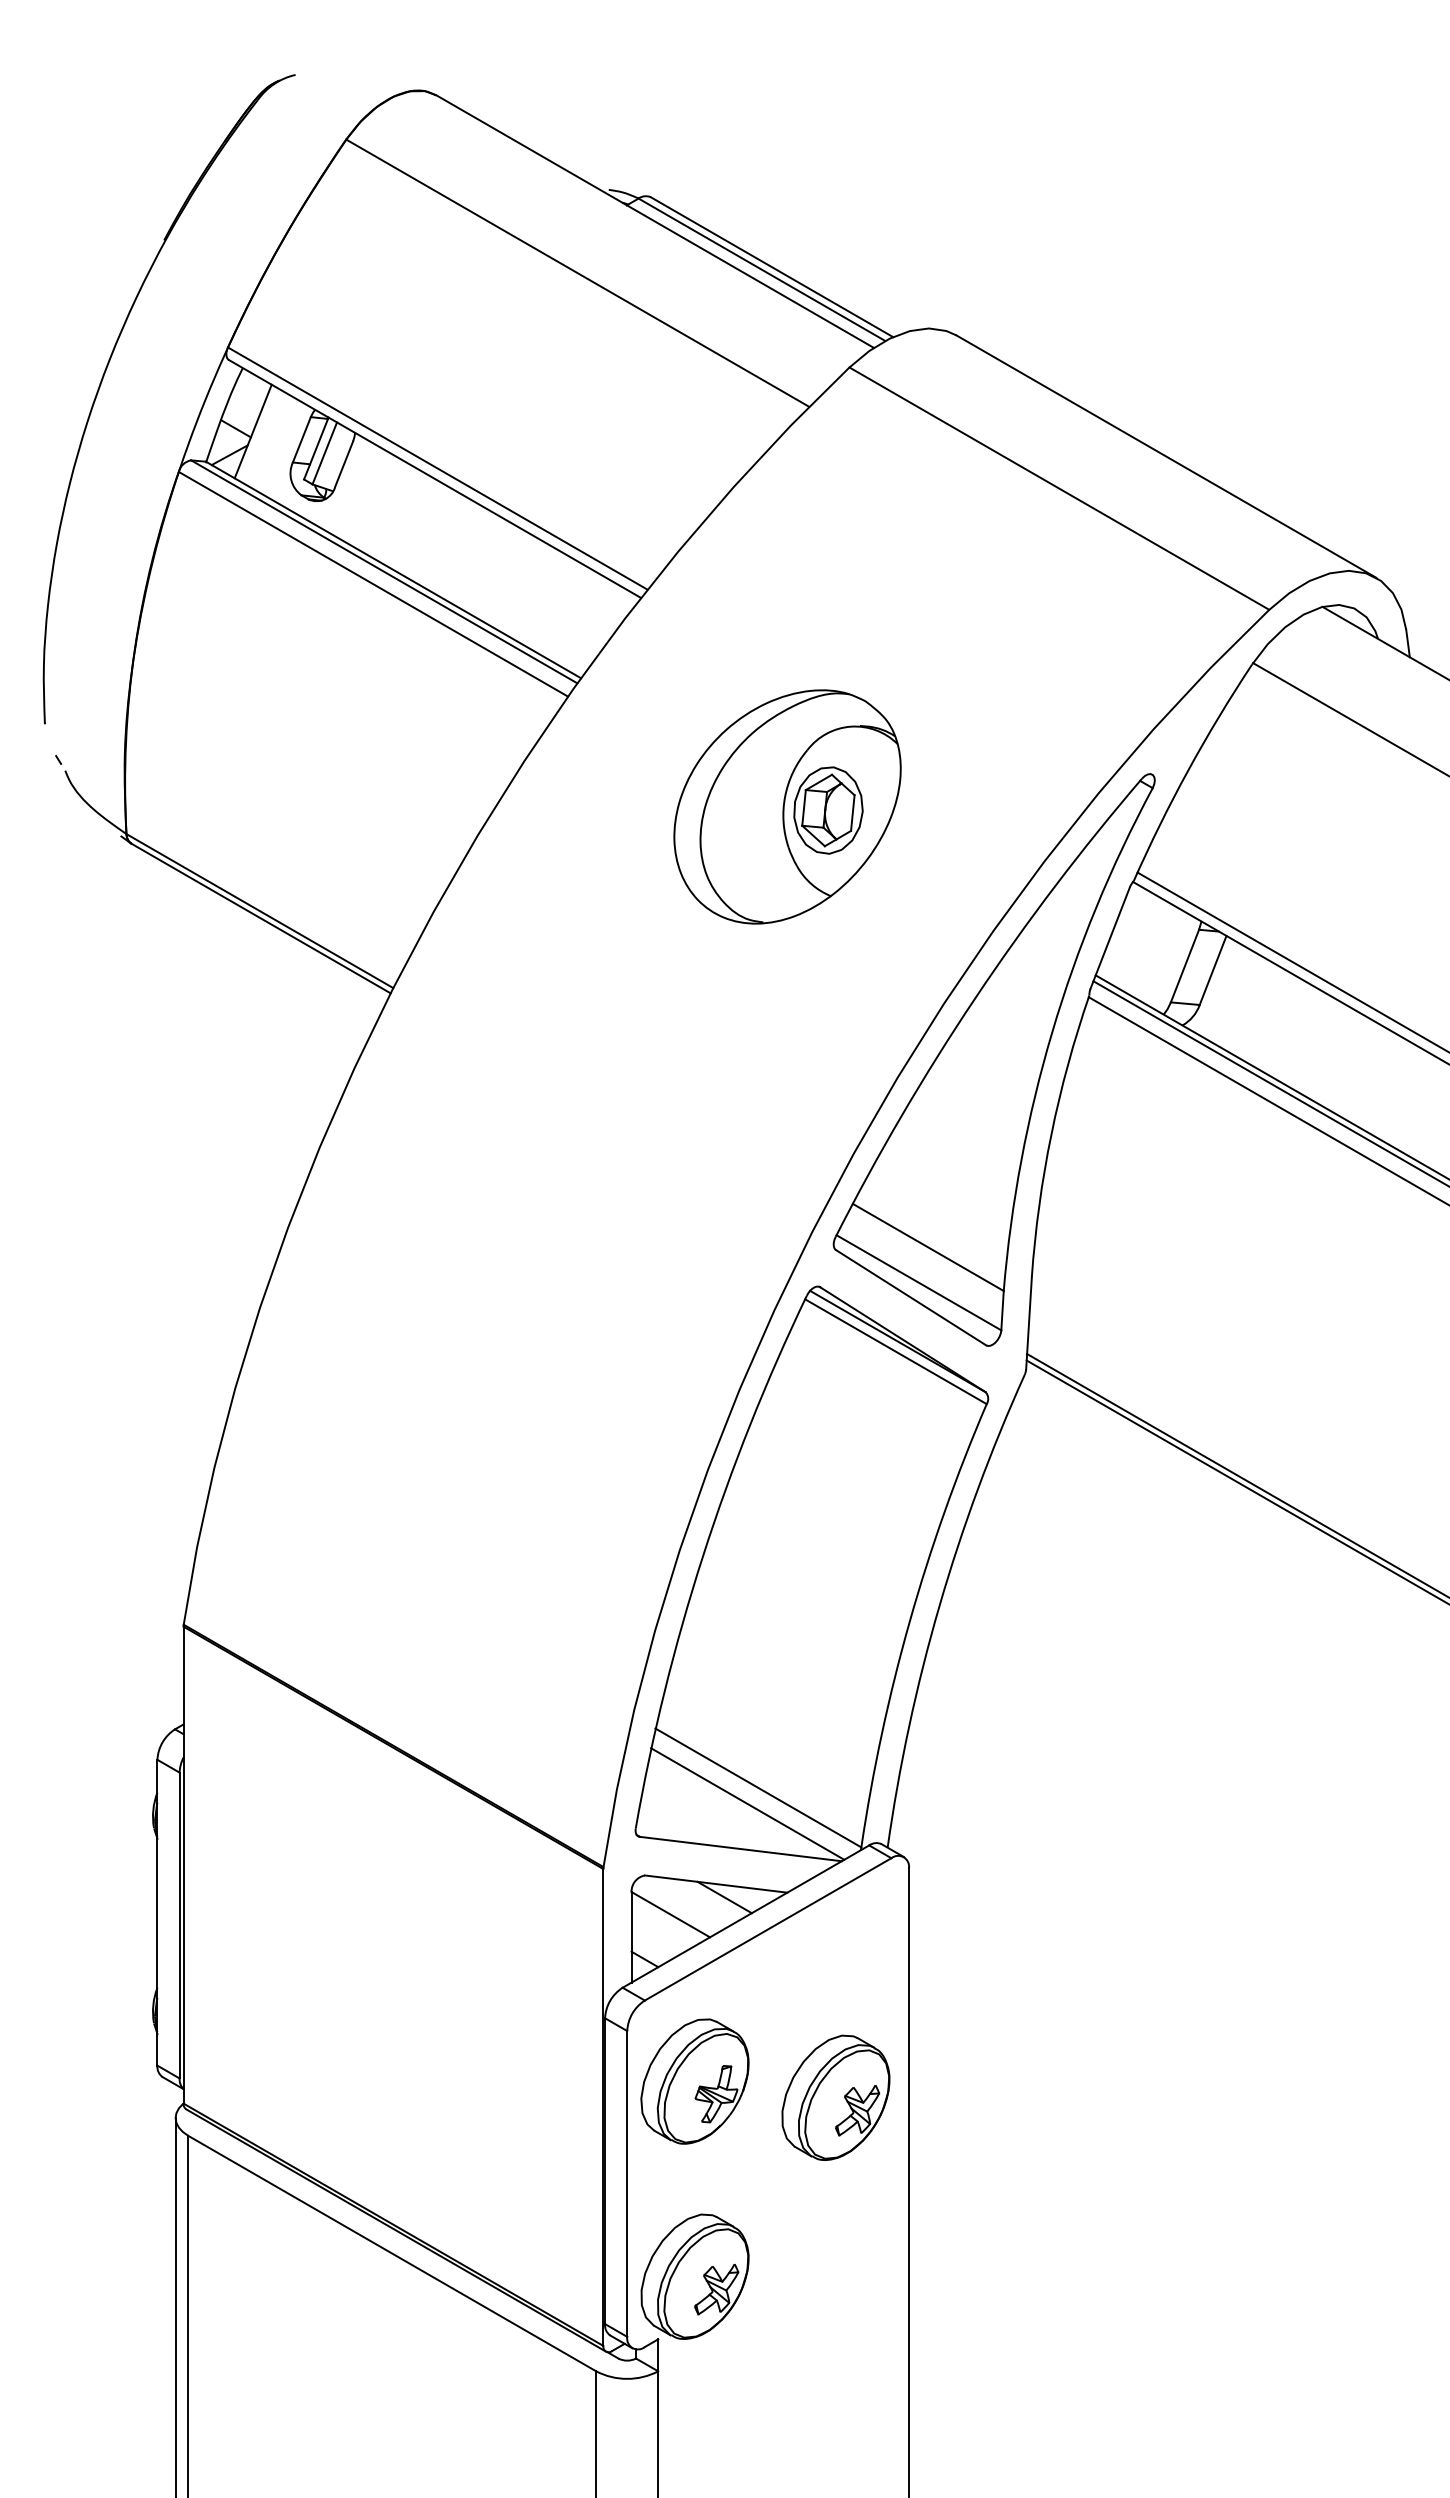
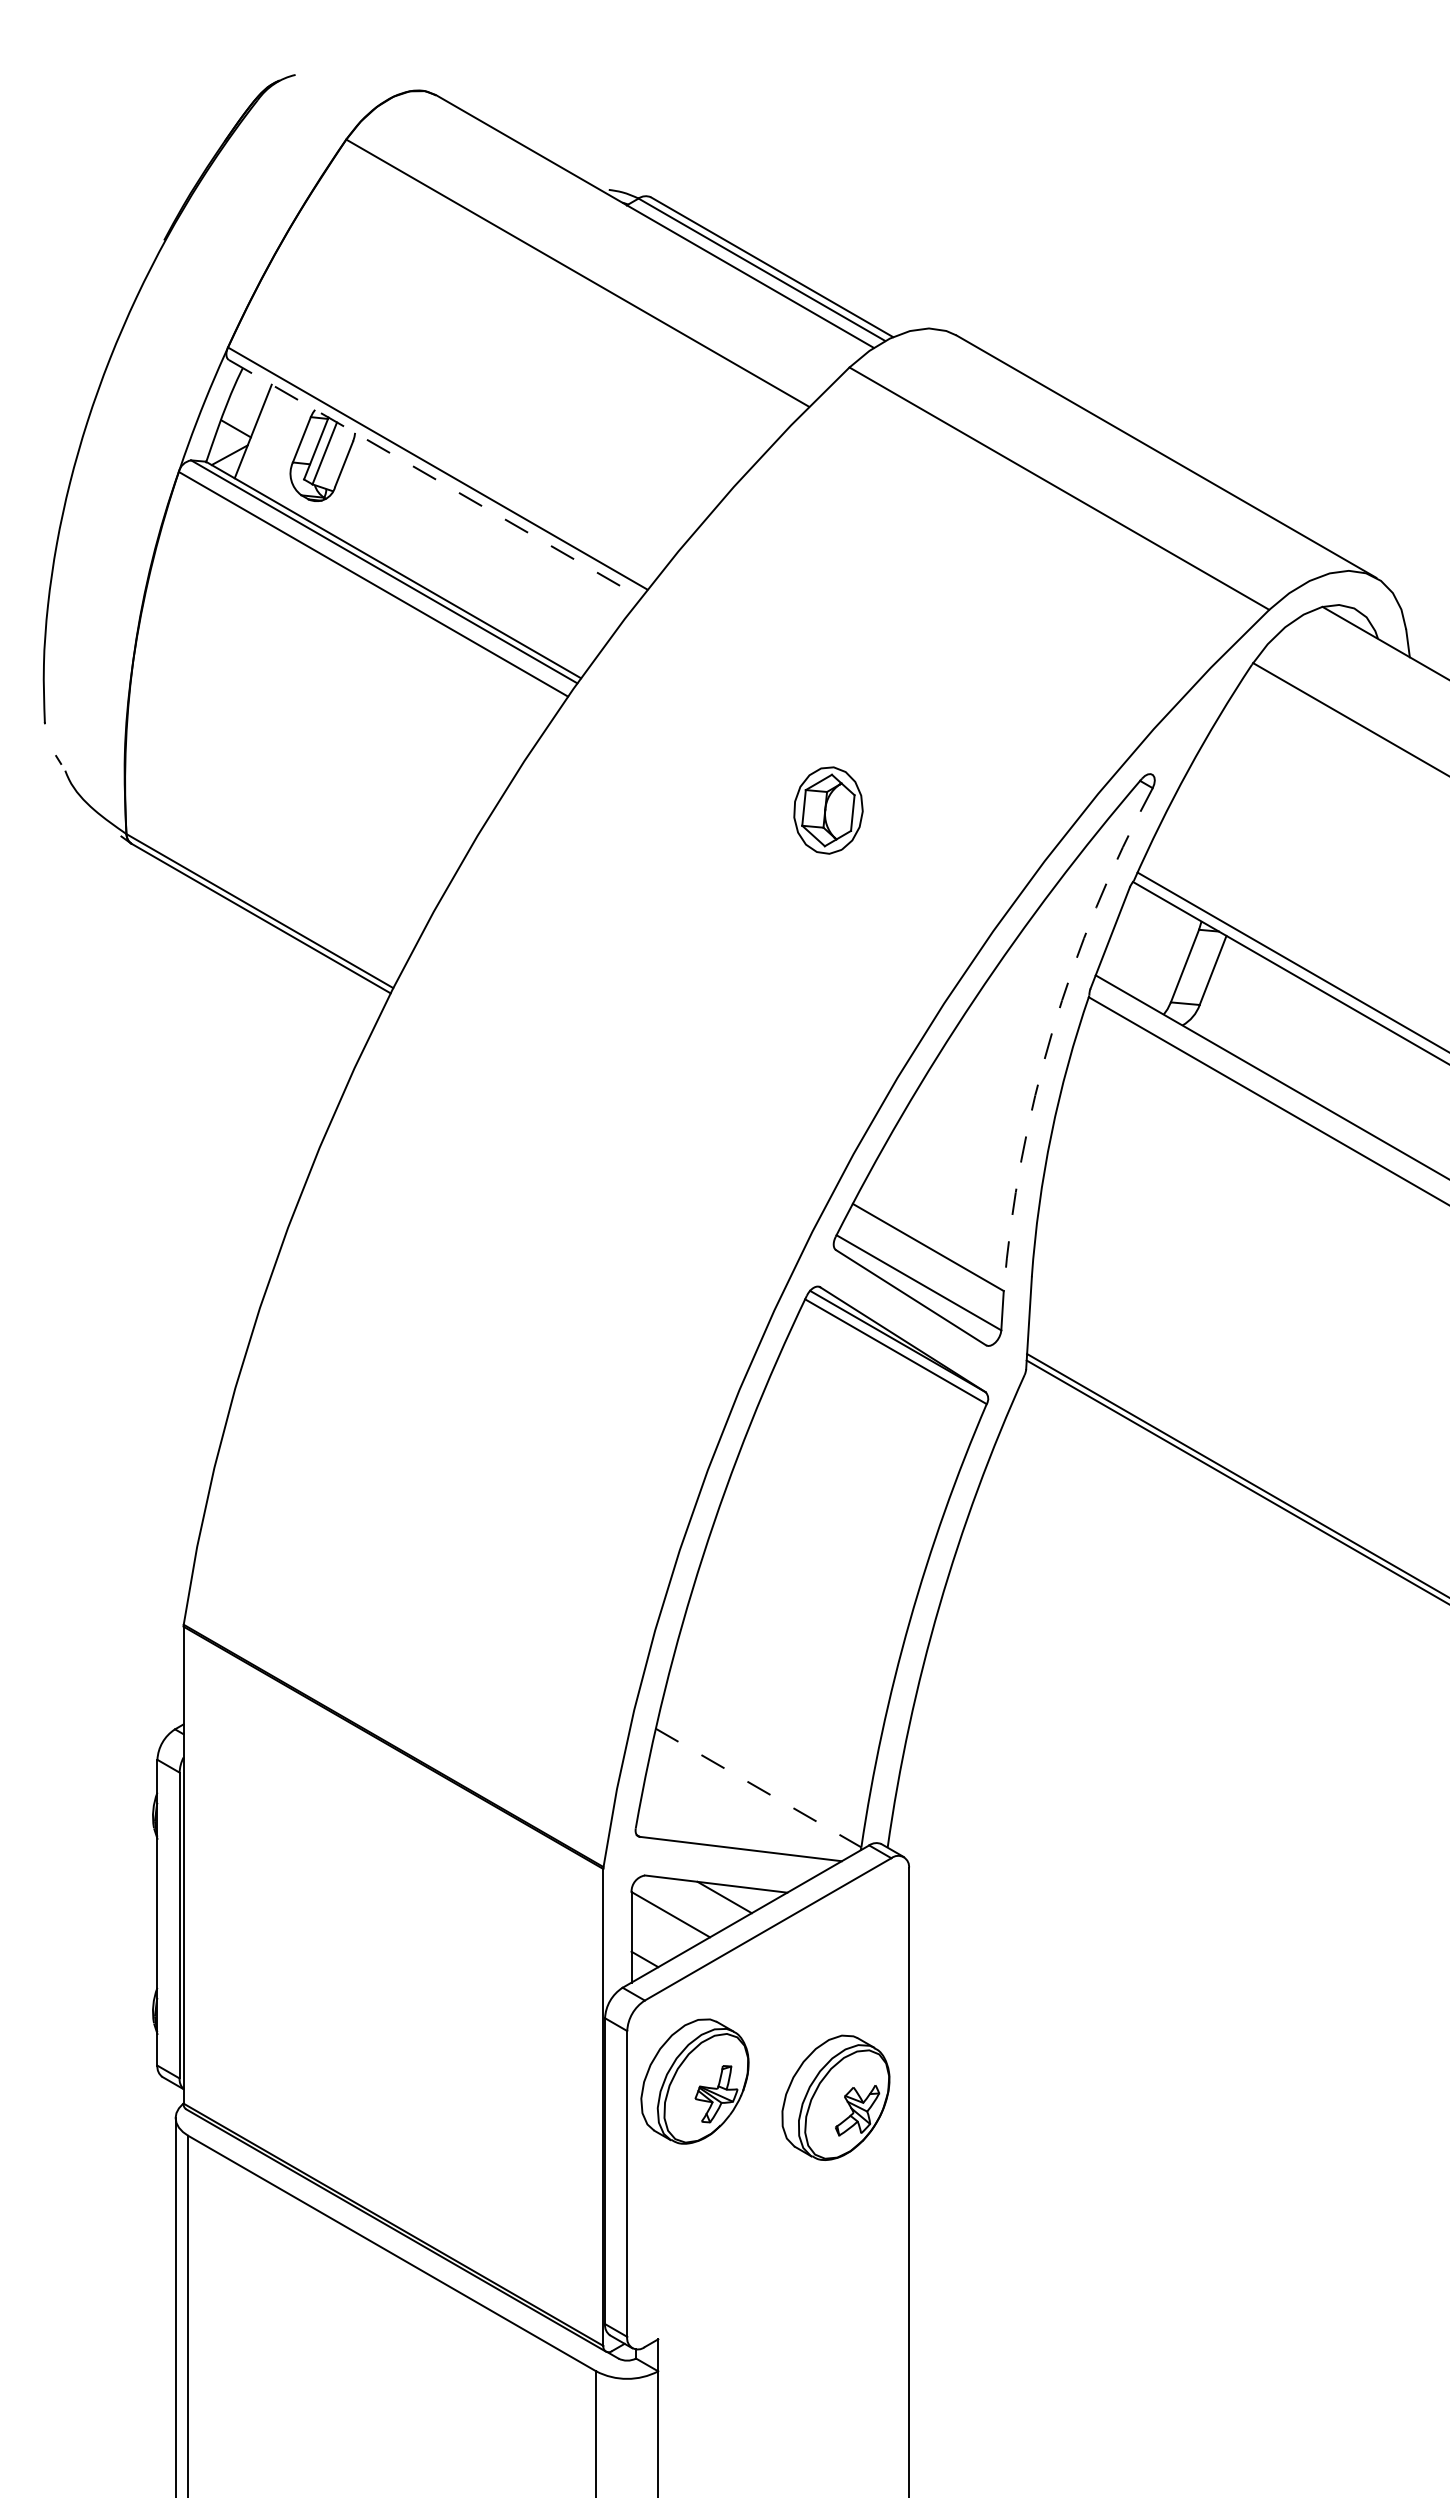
line at (435, 479): solid -> dashed
part at (787, 806): present -> none
arc at (1052, 1031): solid -> dashed
line at (1269, 1083): present -> none
line at (758, 1787): solid -> dashed
line at (747, 1803): present -> none
part at (694, 2276): present -> none
